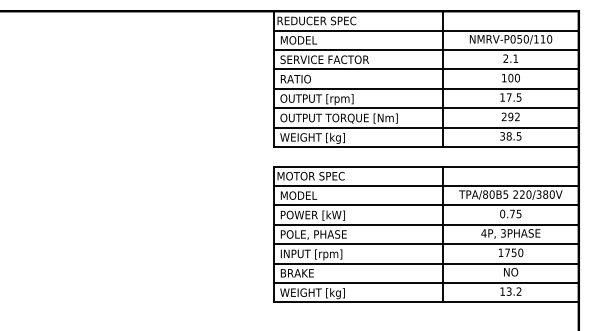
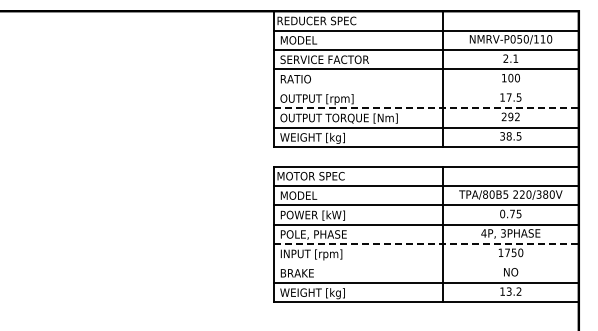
line at (426, 88): present -> none
line at (427, 108): solid -> dashed
line at (427, 244): solid -> dashed
line at (426, 263): present -> none
